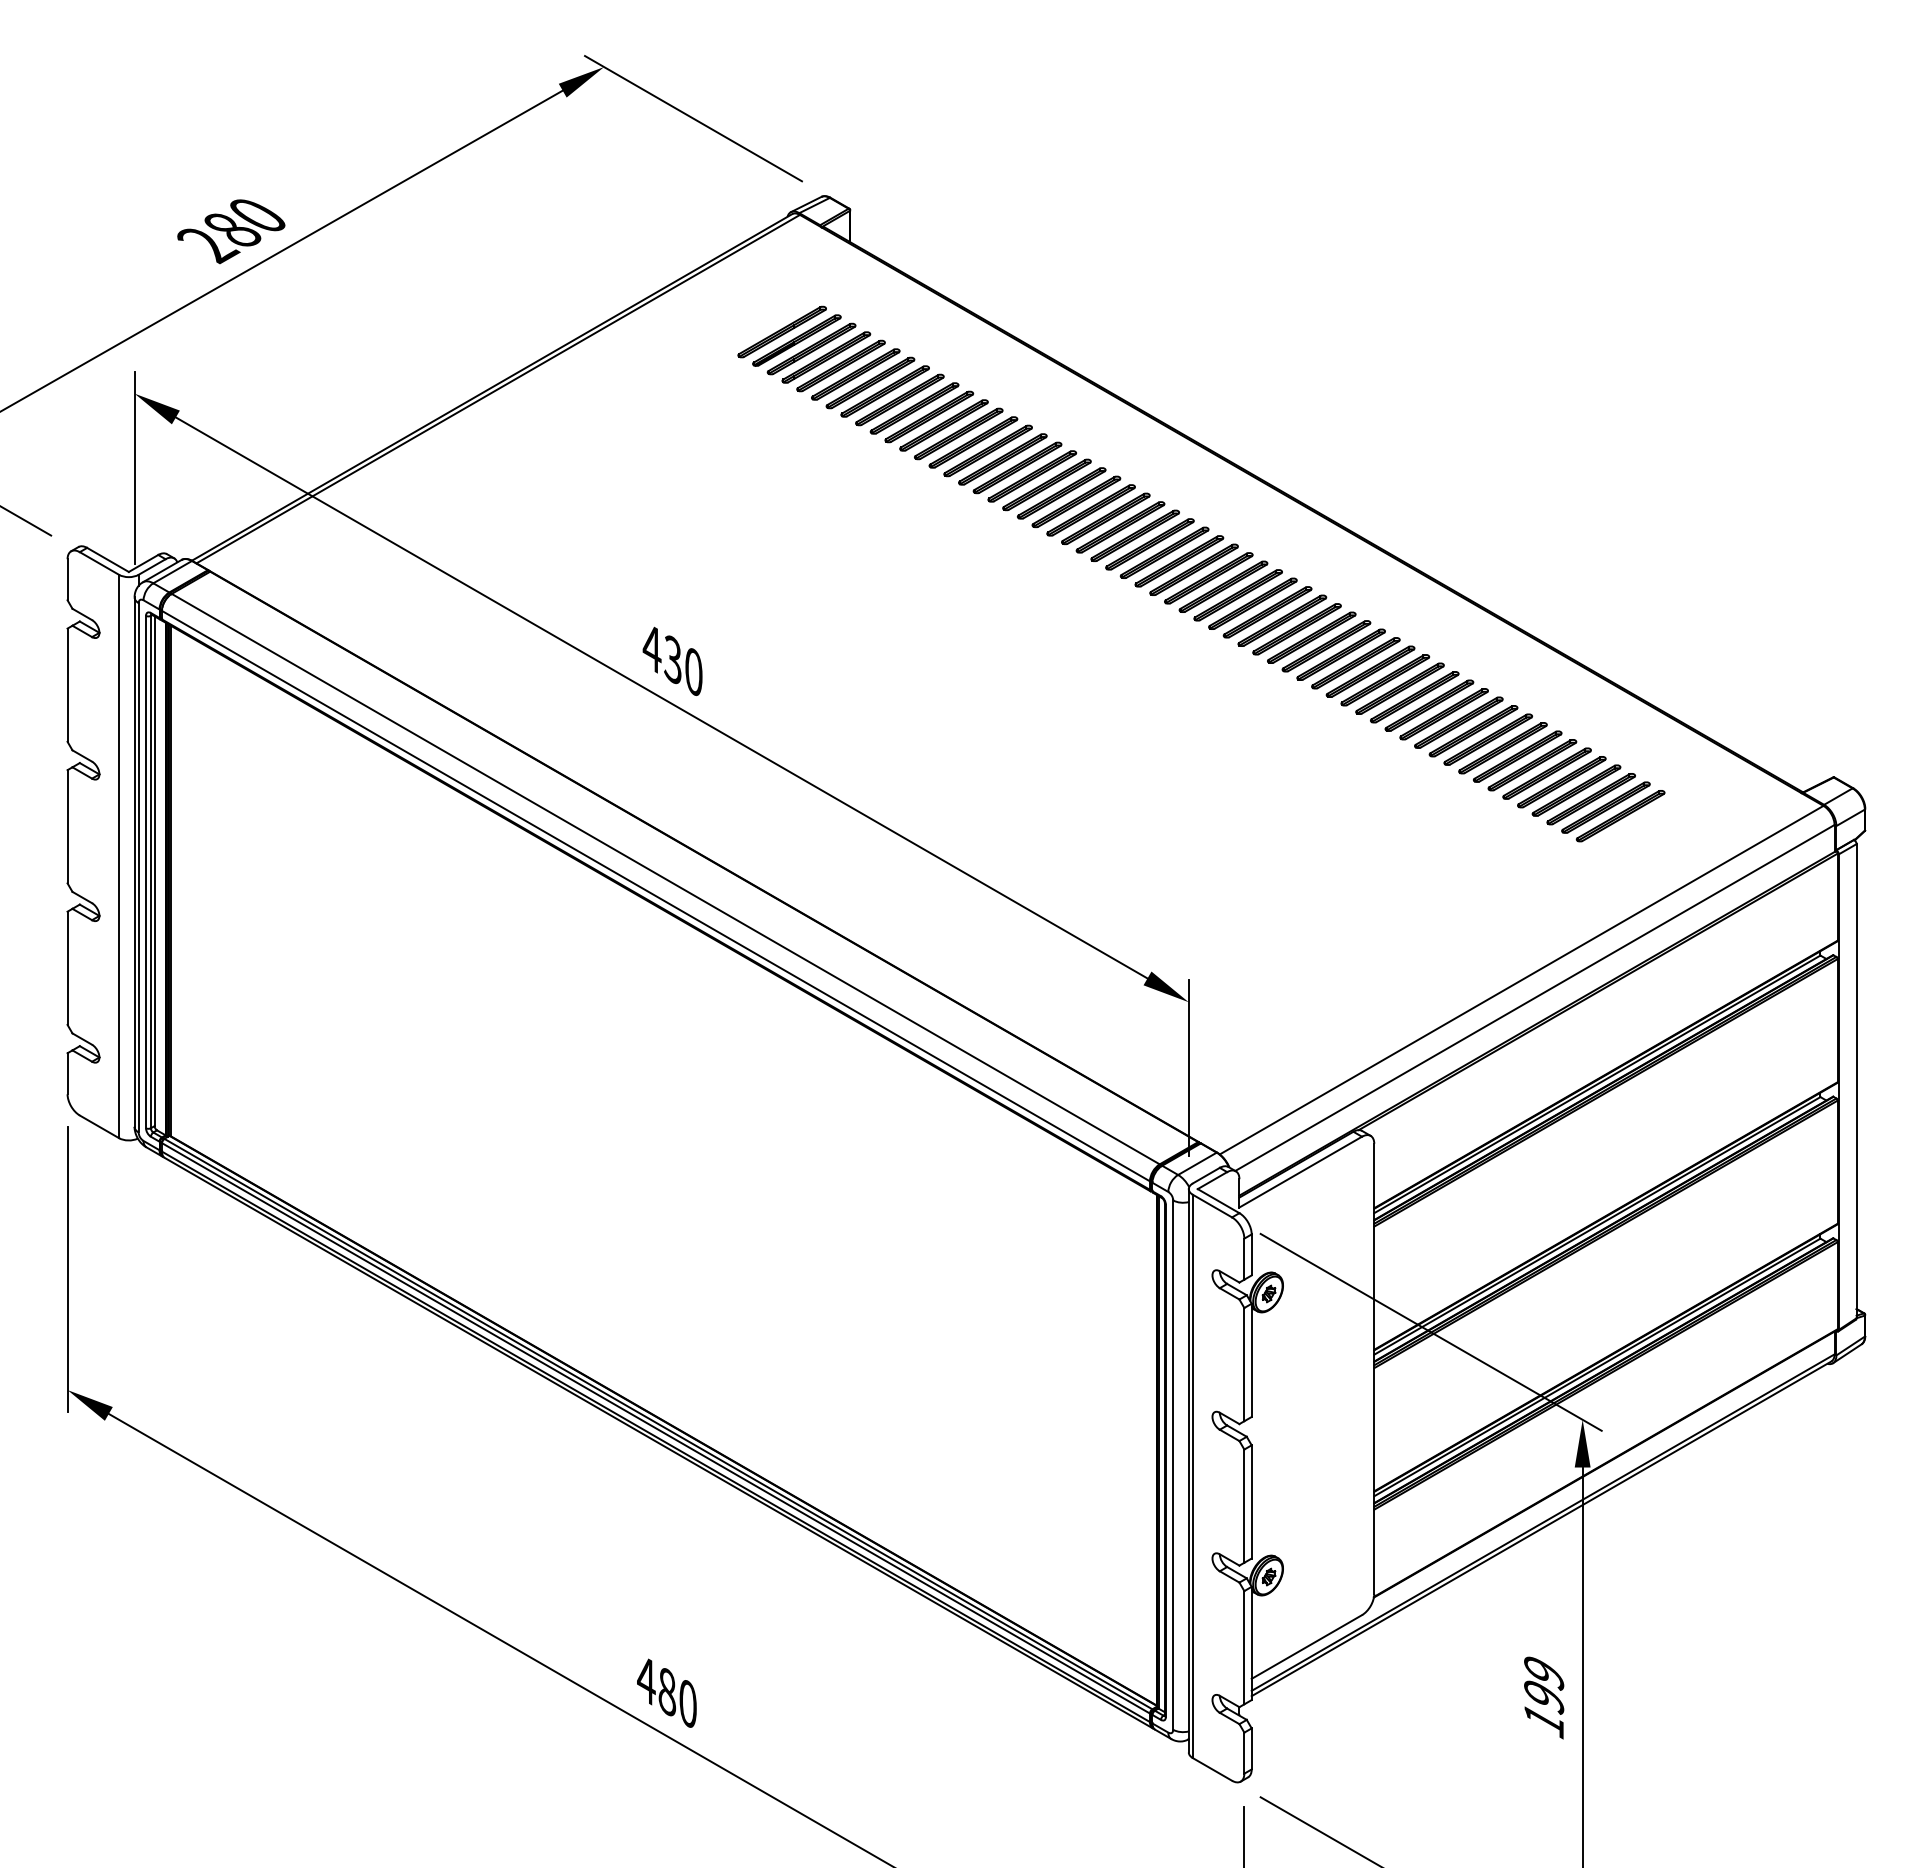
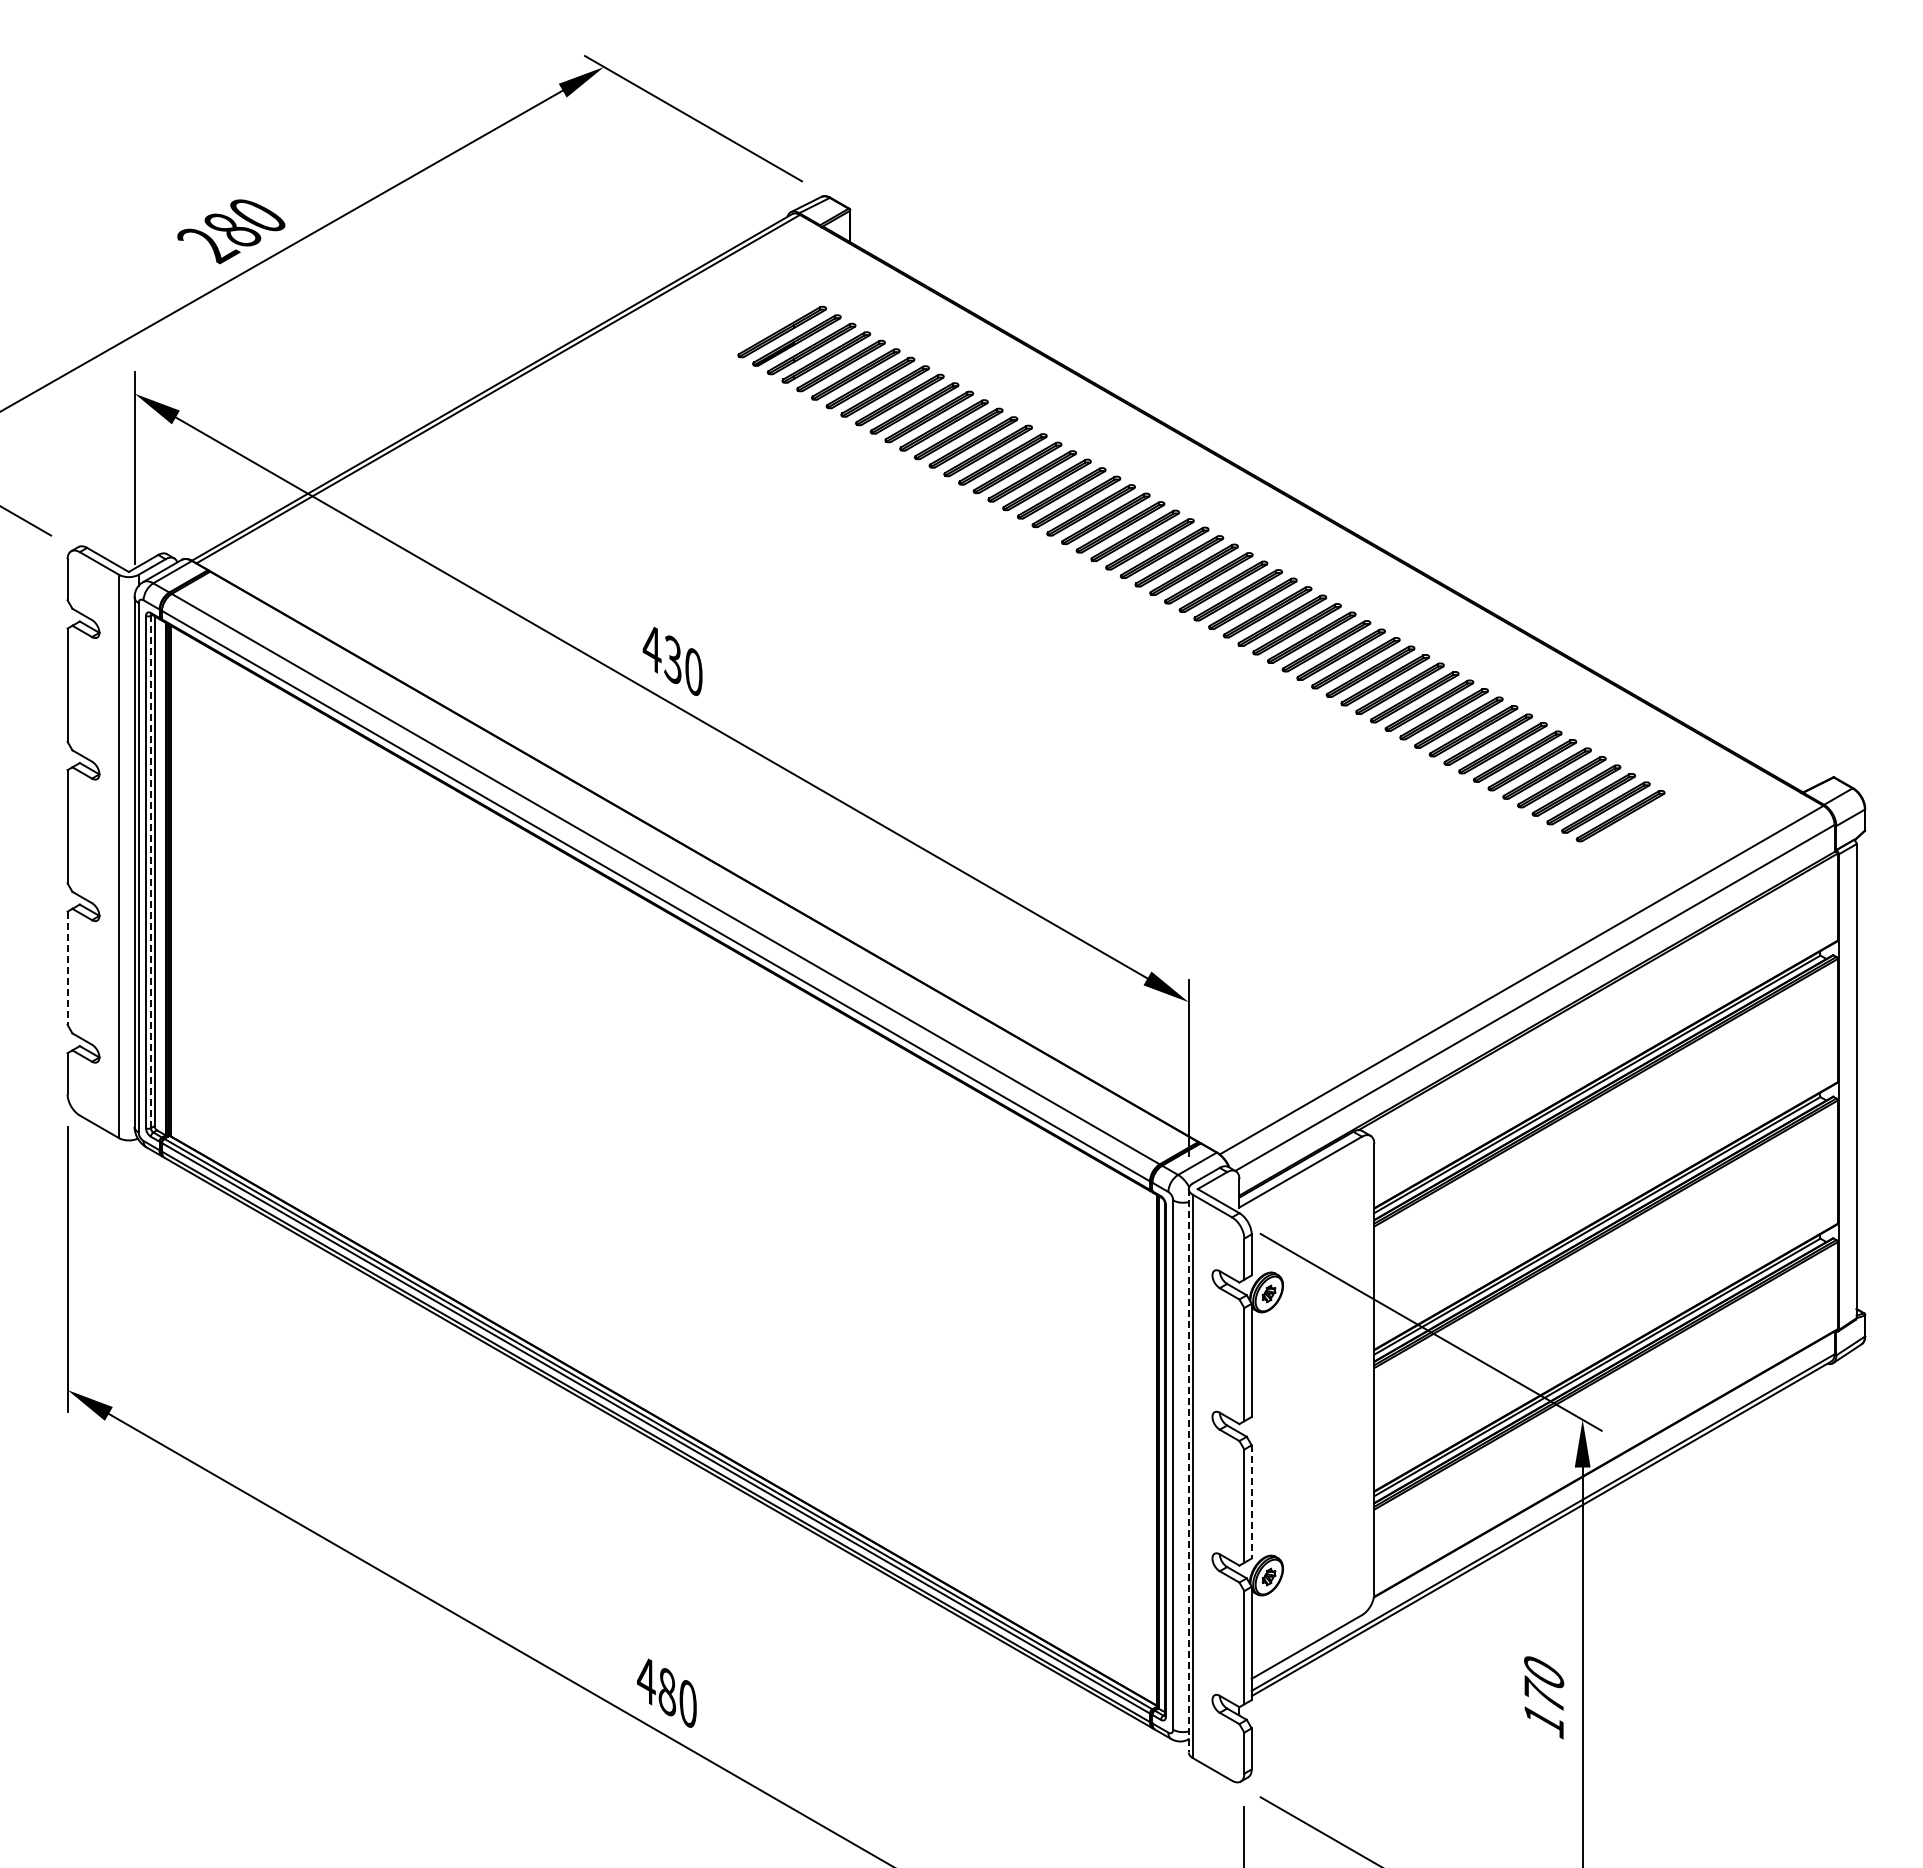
line at (150, 871): solid -> dashed
line at (67, 968): solid -> dashed
line at (1188, 1470): solid -> dashed
line at (1251, 1501): solid -> dashed
text at (1544, 1685): 199 -> 170
